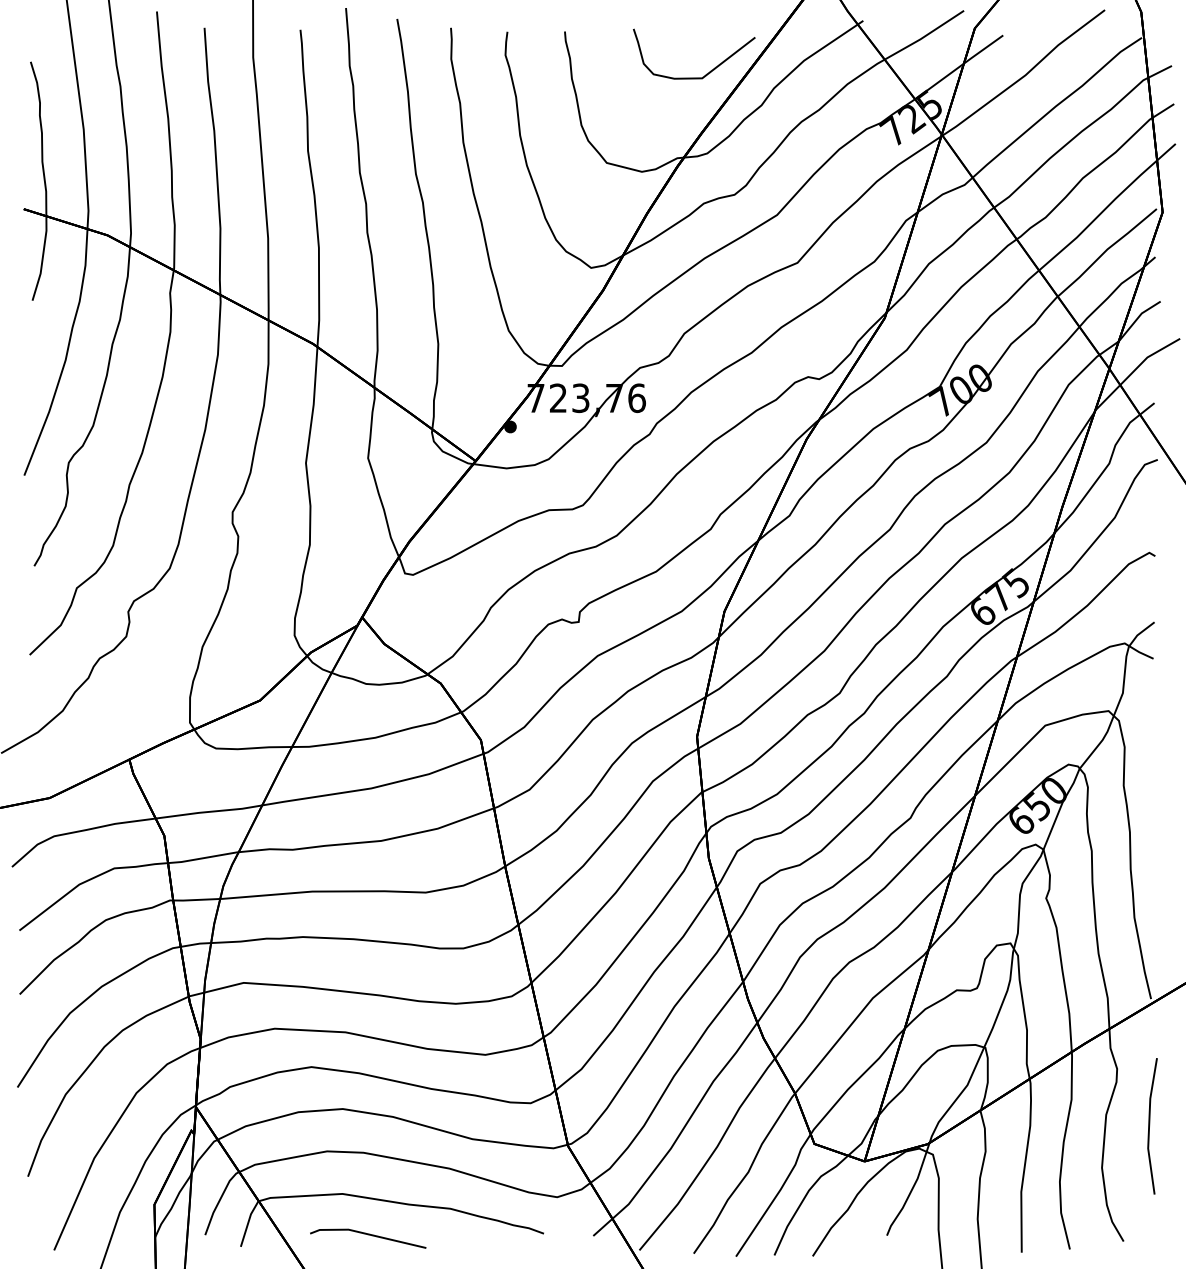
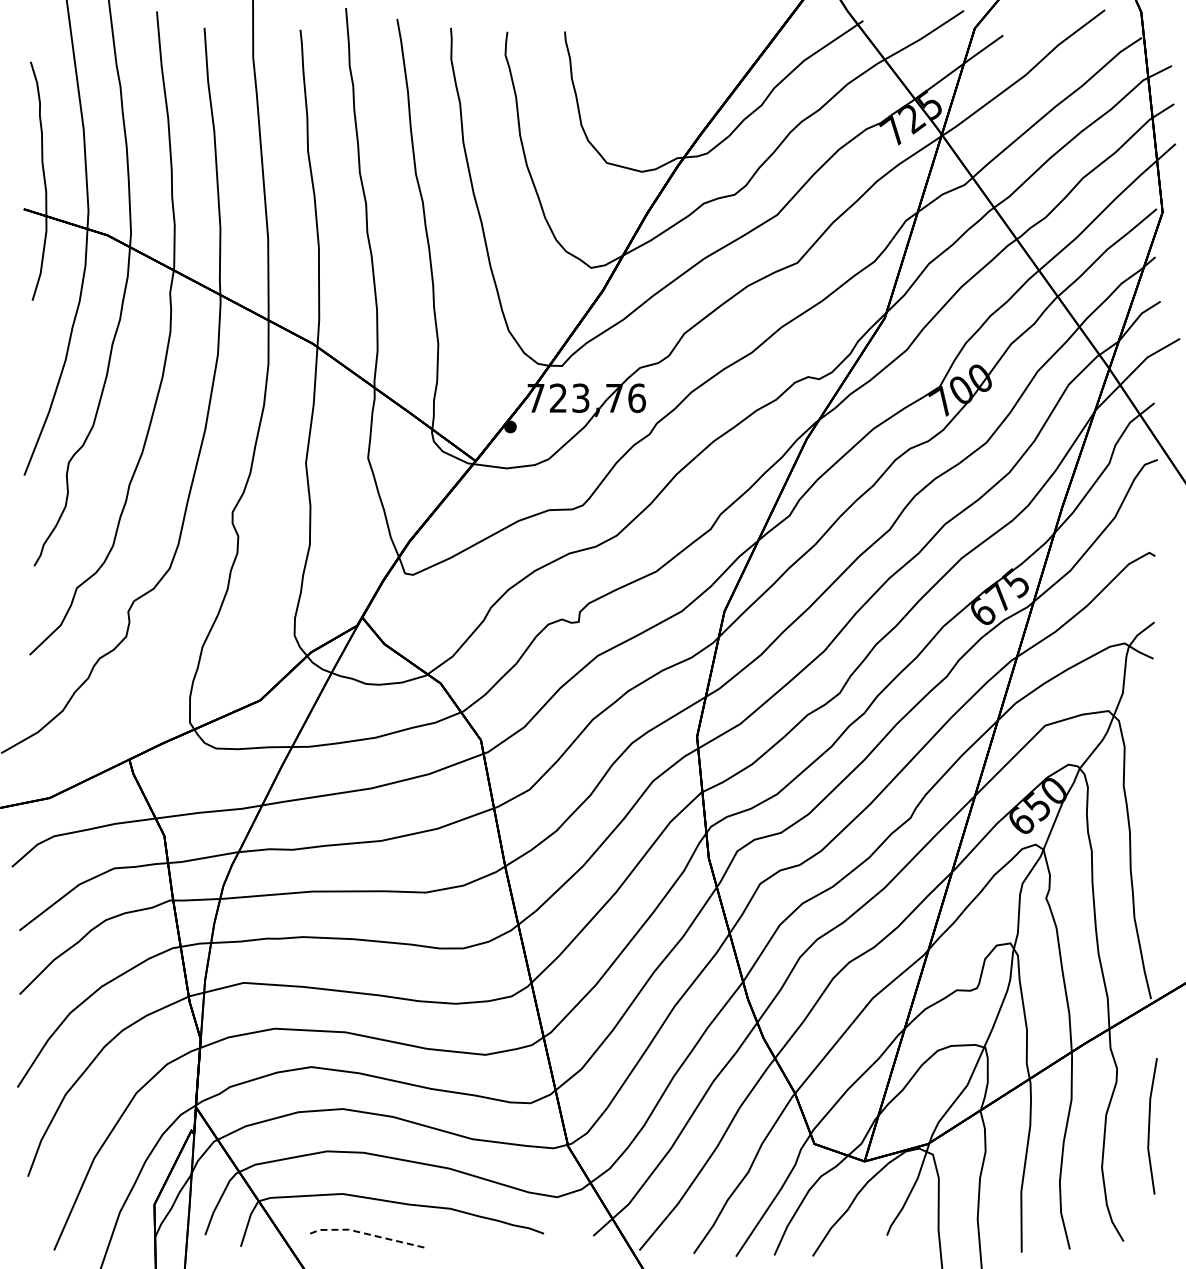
curve at (706, 73): present -> none
line at (367, 1234): solid -> dashed
